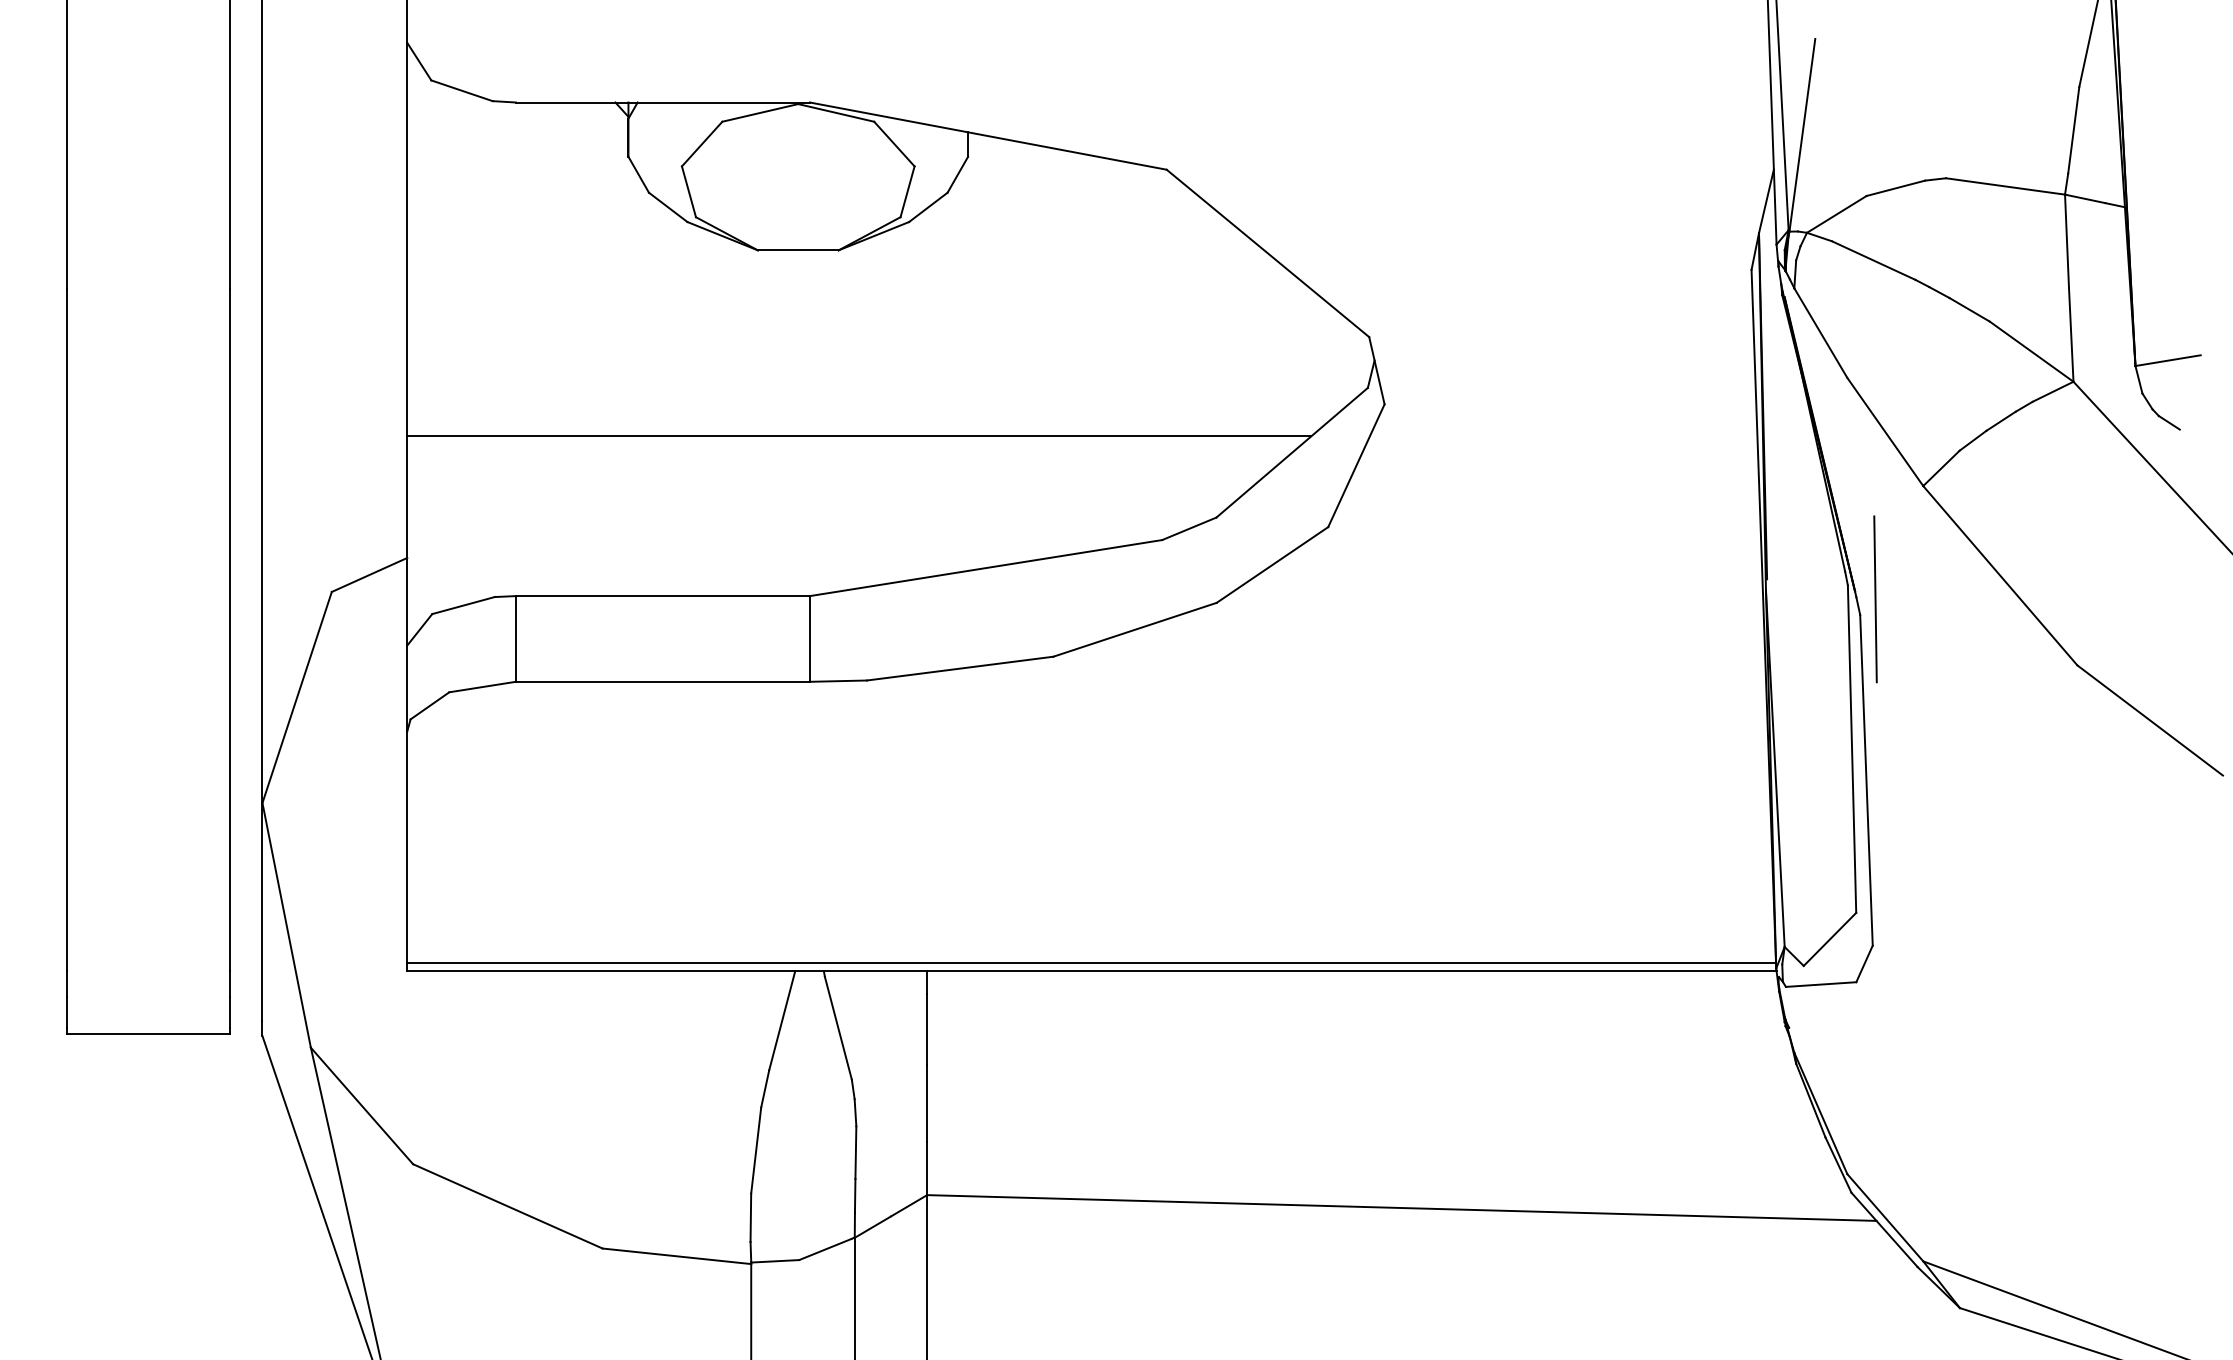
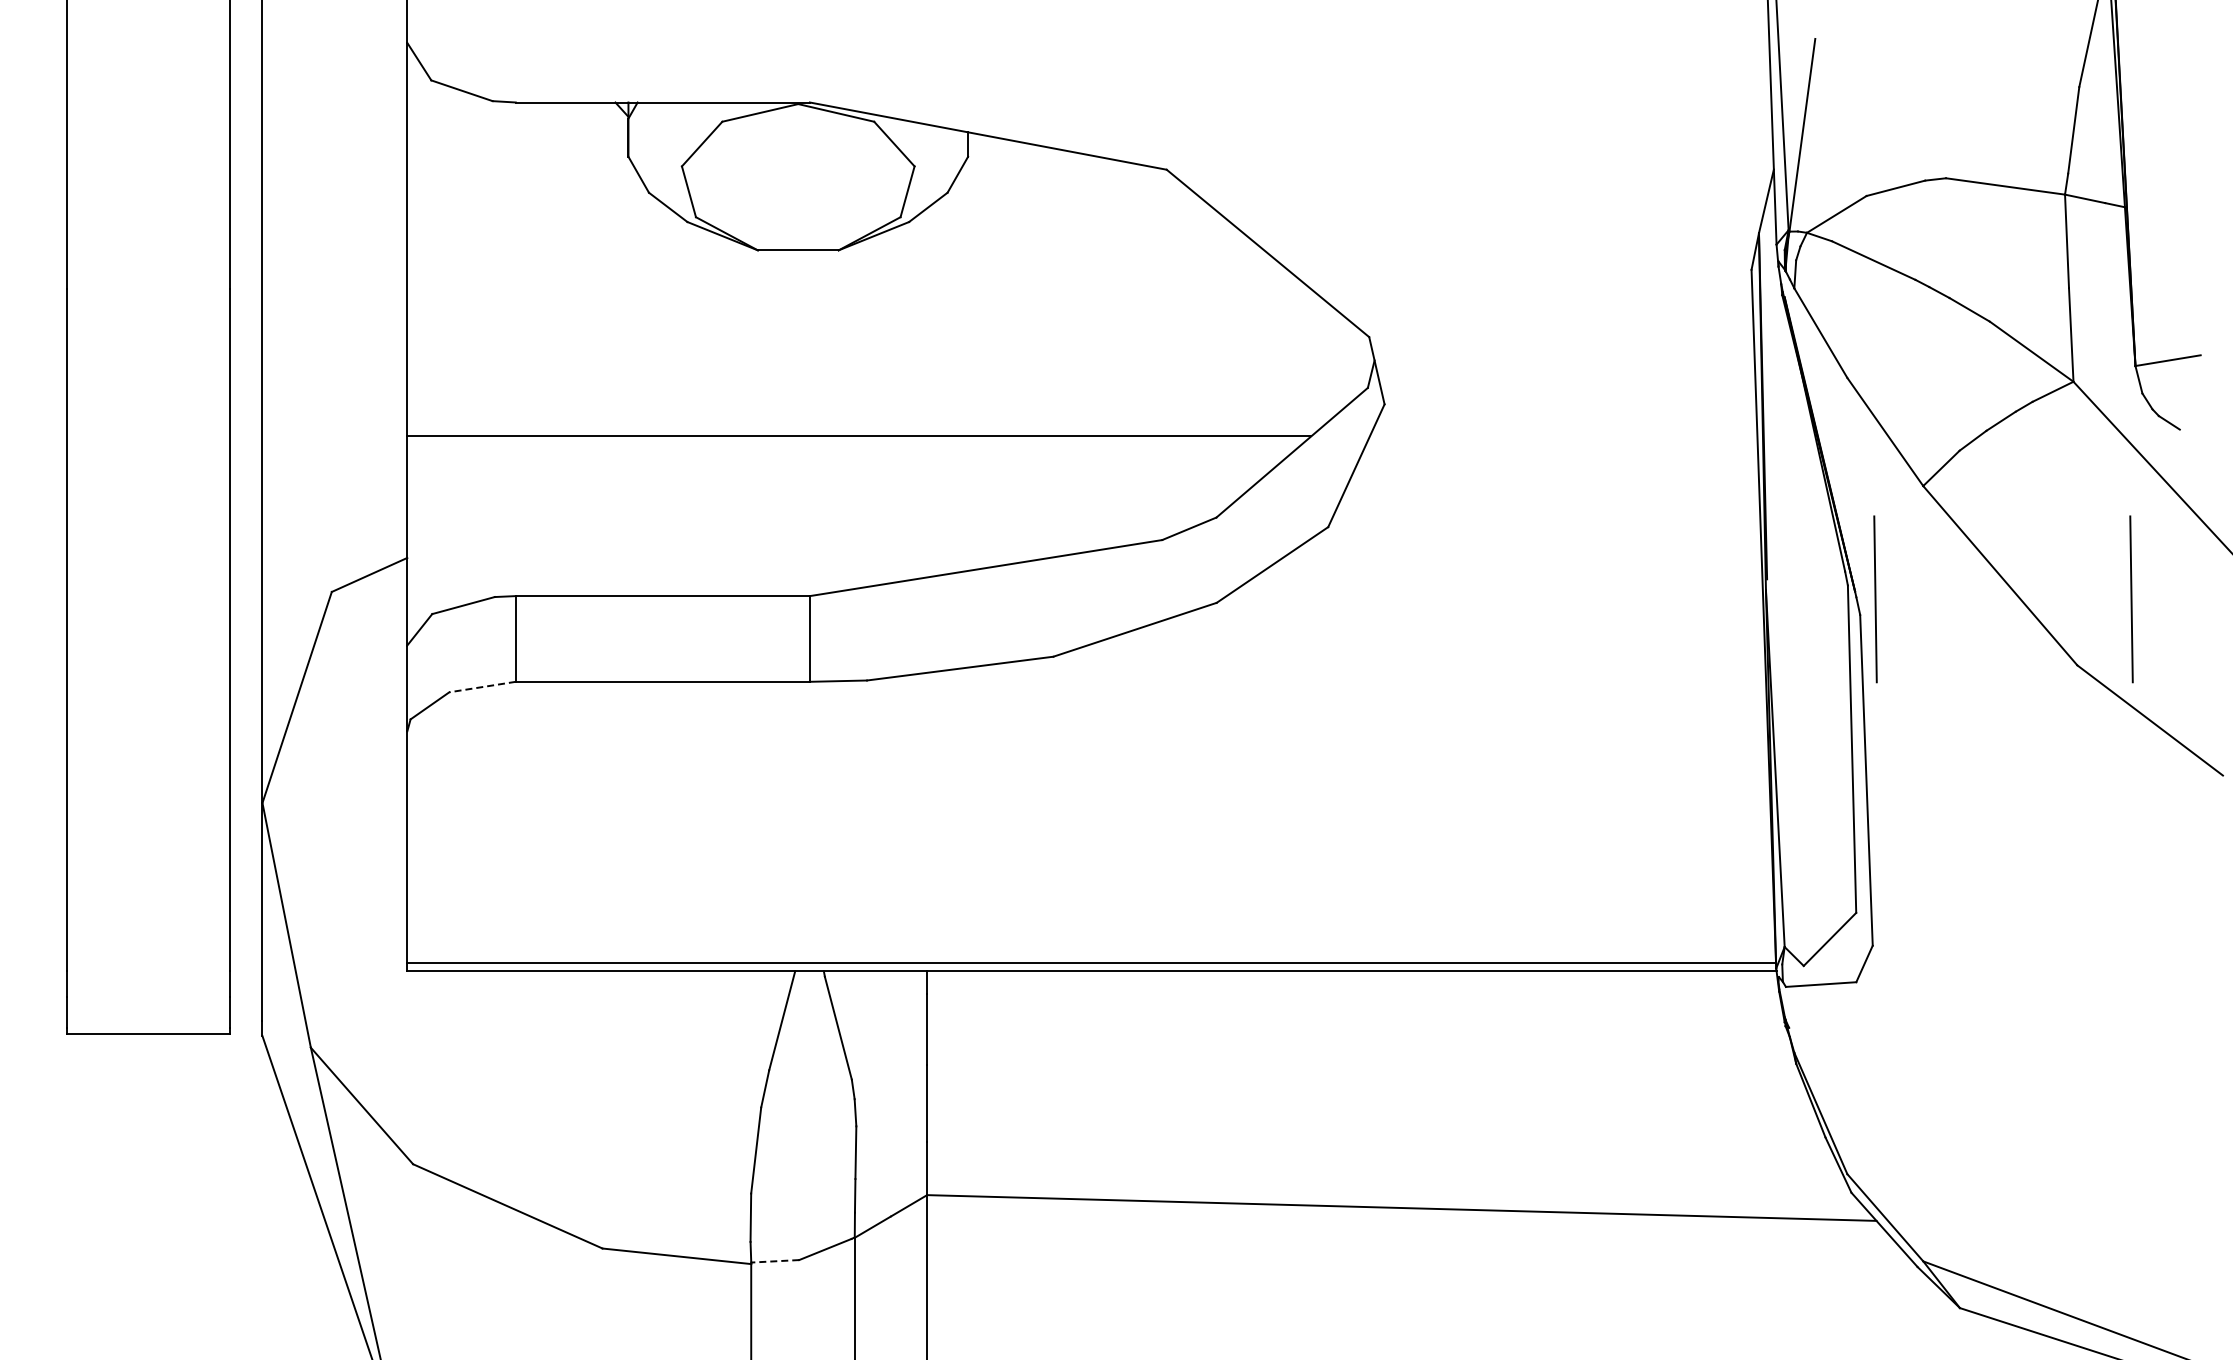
line at (2131, 599): none -> present
line at (482, 687): solid -> dashed
line at (774, 1261): solid -> dashed
